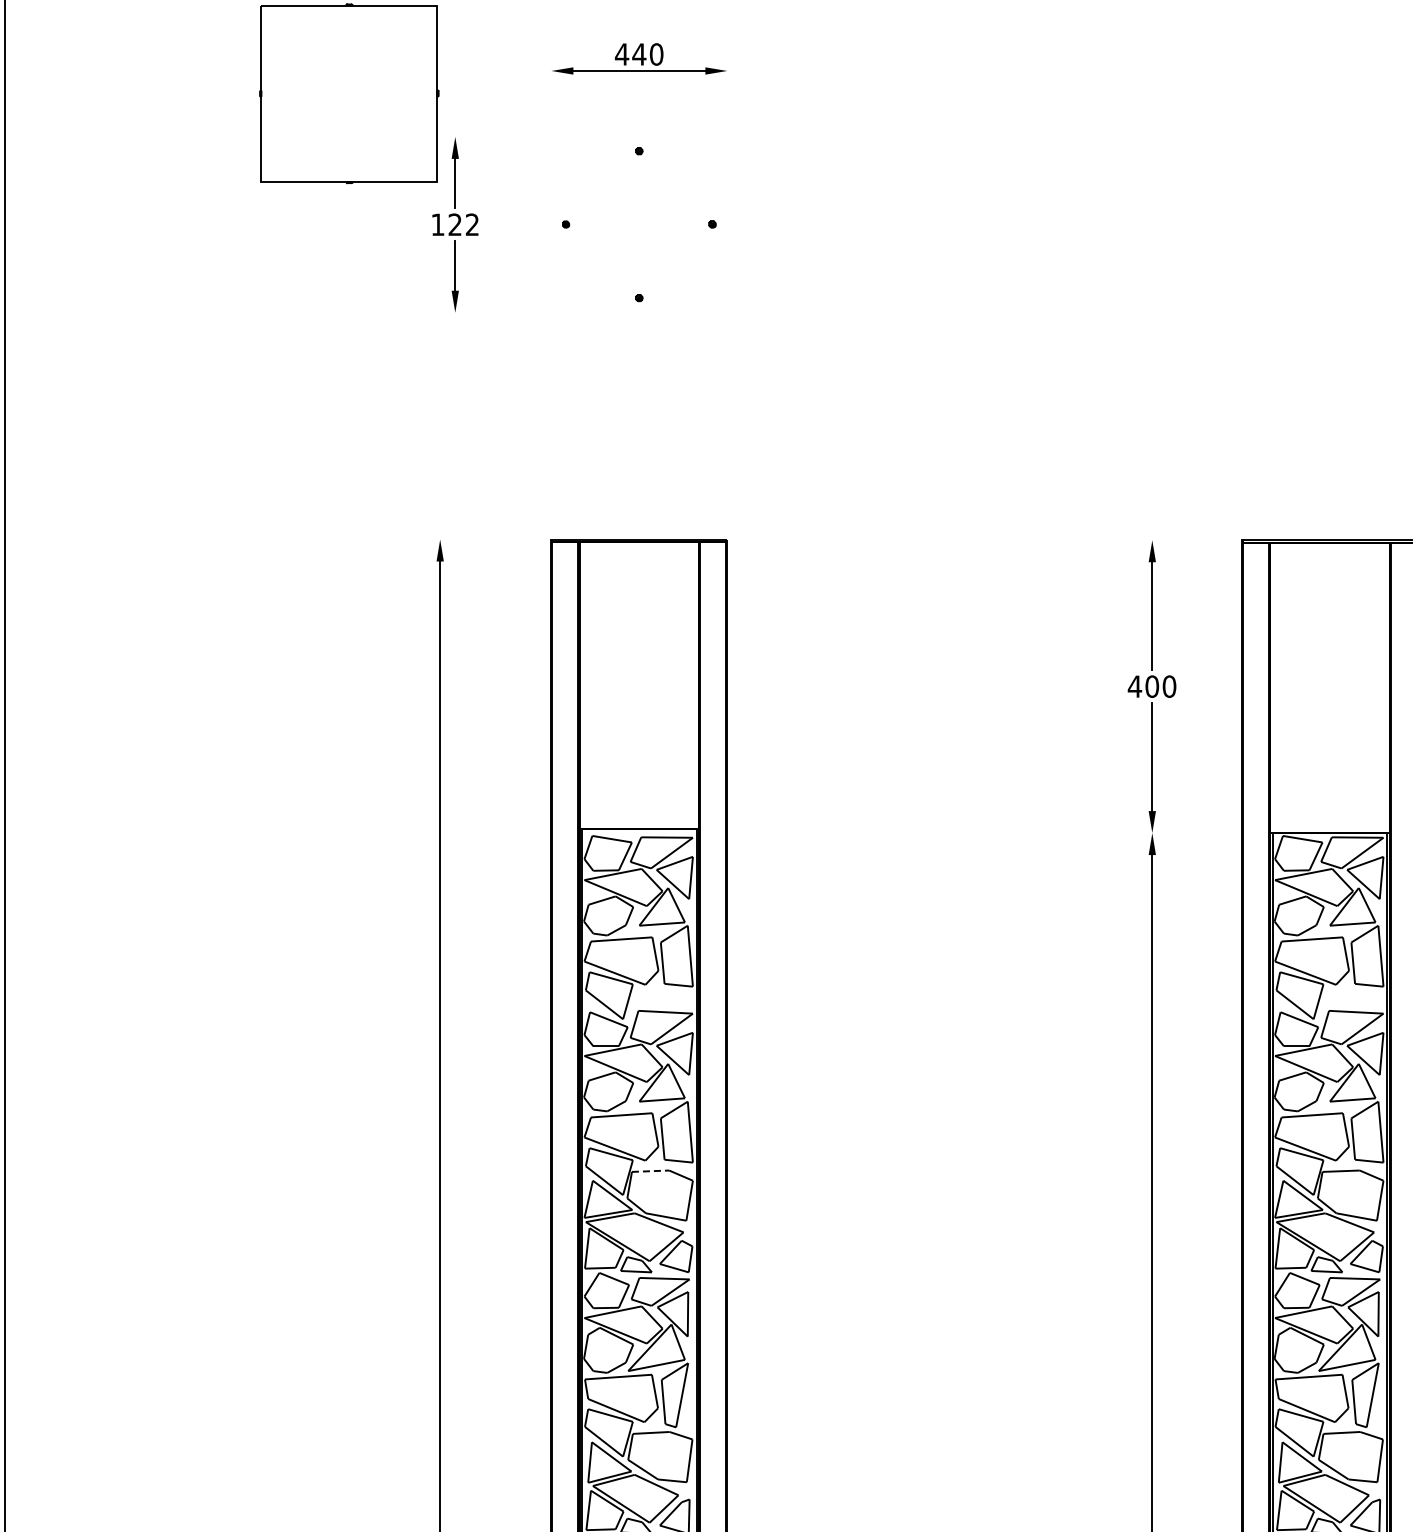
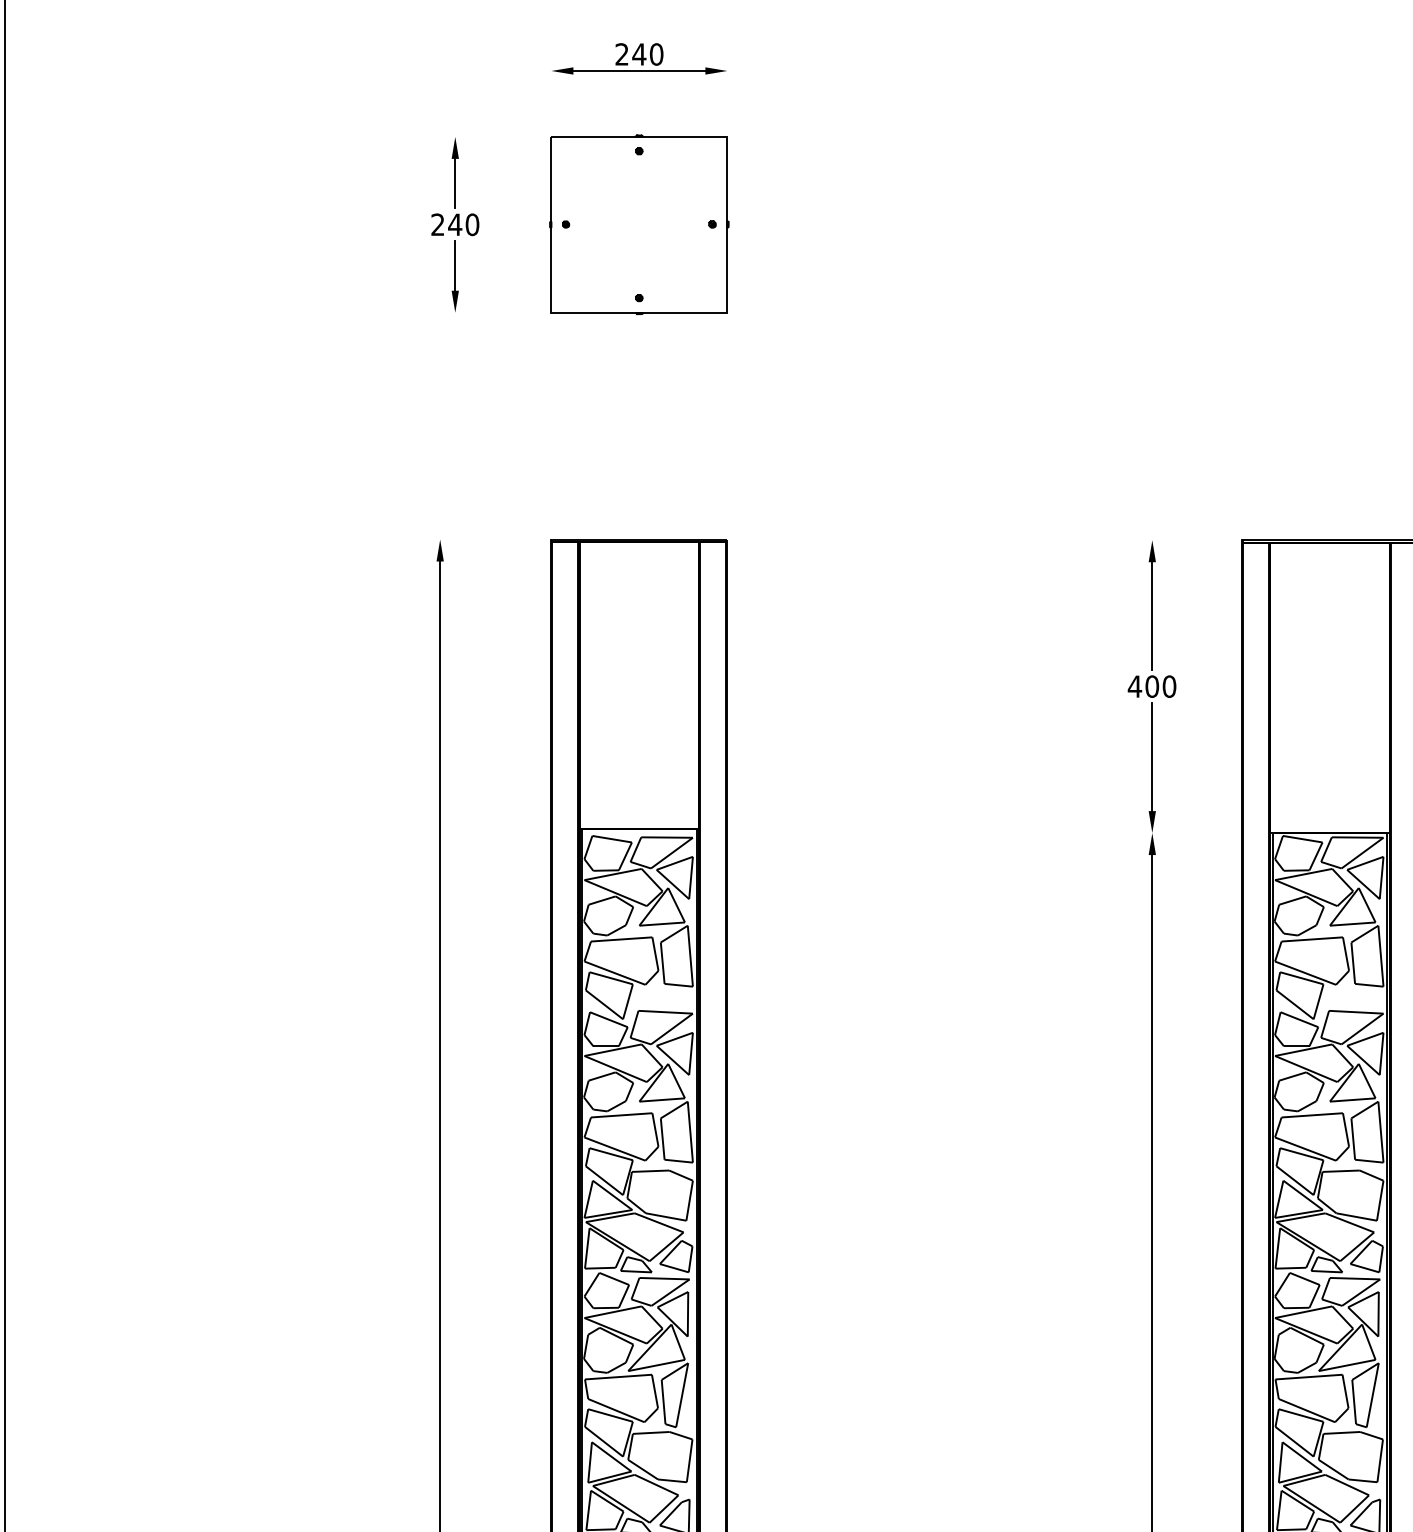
text at (621, 54): 440 -> 240
part at (349, 93) position: (349, 93) -> (639, 224)
text at (455, 224): 122 -> 240
line at (650, 1171): dashed -> solid
